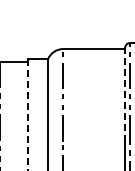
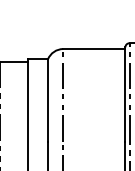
line at (125, 93): dashed -> solid
line at (28, 115): dashed -> solid
